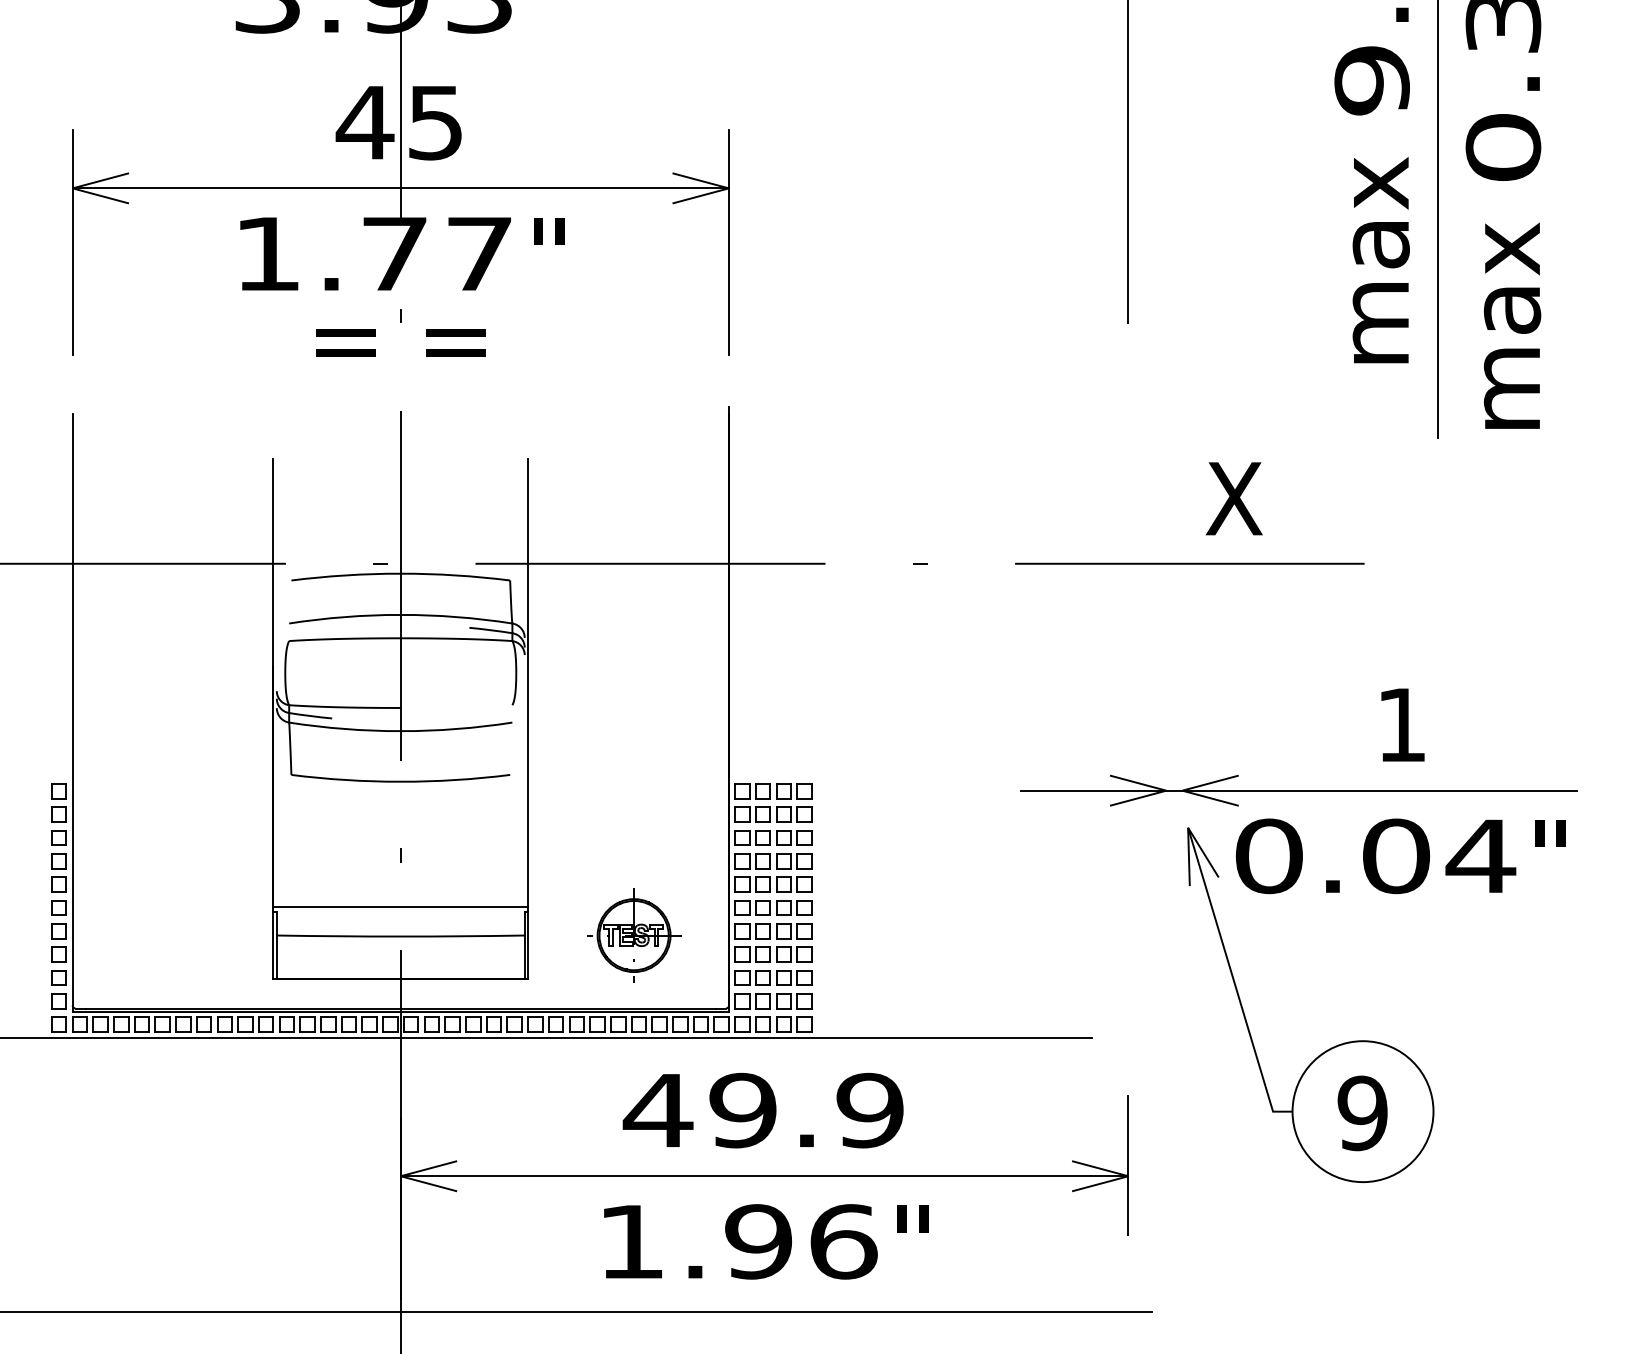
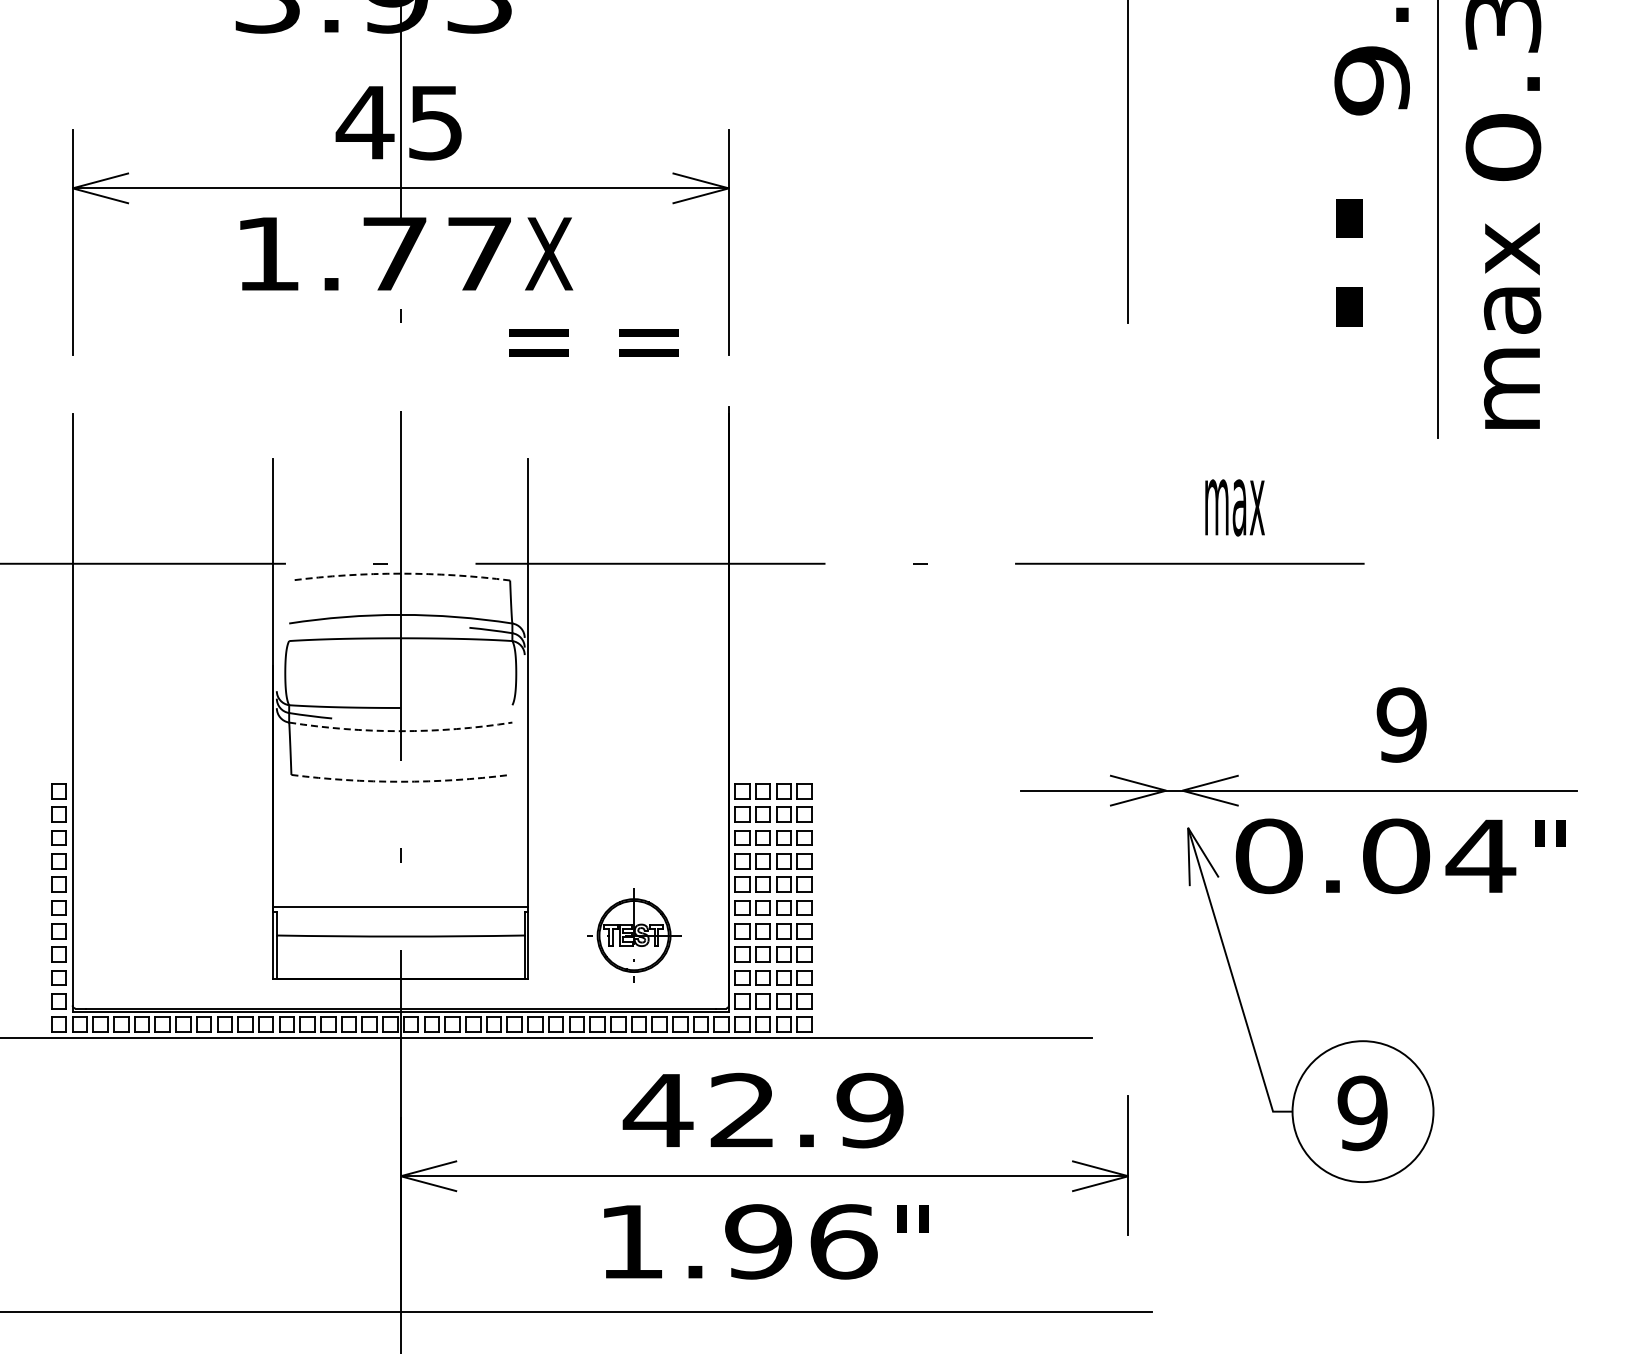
text at (549, 253): " -> X
text at (1372, 260): max -> "
text at (400, 342) position: (400, 342) -> (593, 342)
text at (1234, 499): X -> max
arc at (400, 573): solid -> dashed
text at (1401, 724): 1 -> 9
arc at (400, 731): solid -> dashed
arc at (400, 781): solid -> dashed
text at (742, 1110): 49.9 -> 42.9
